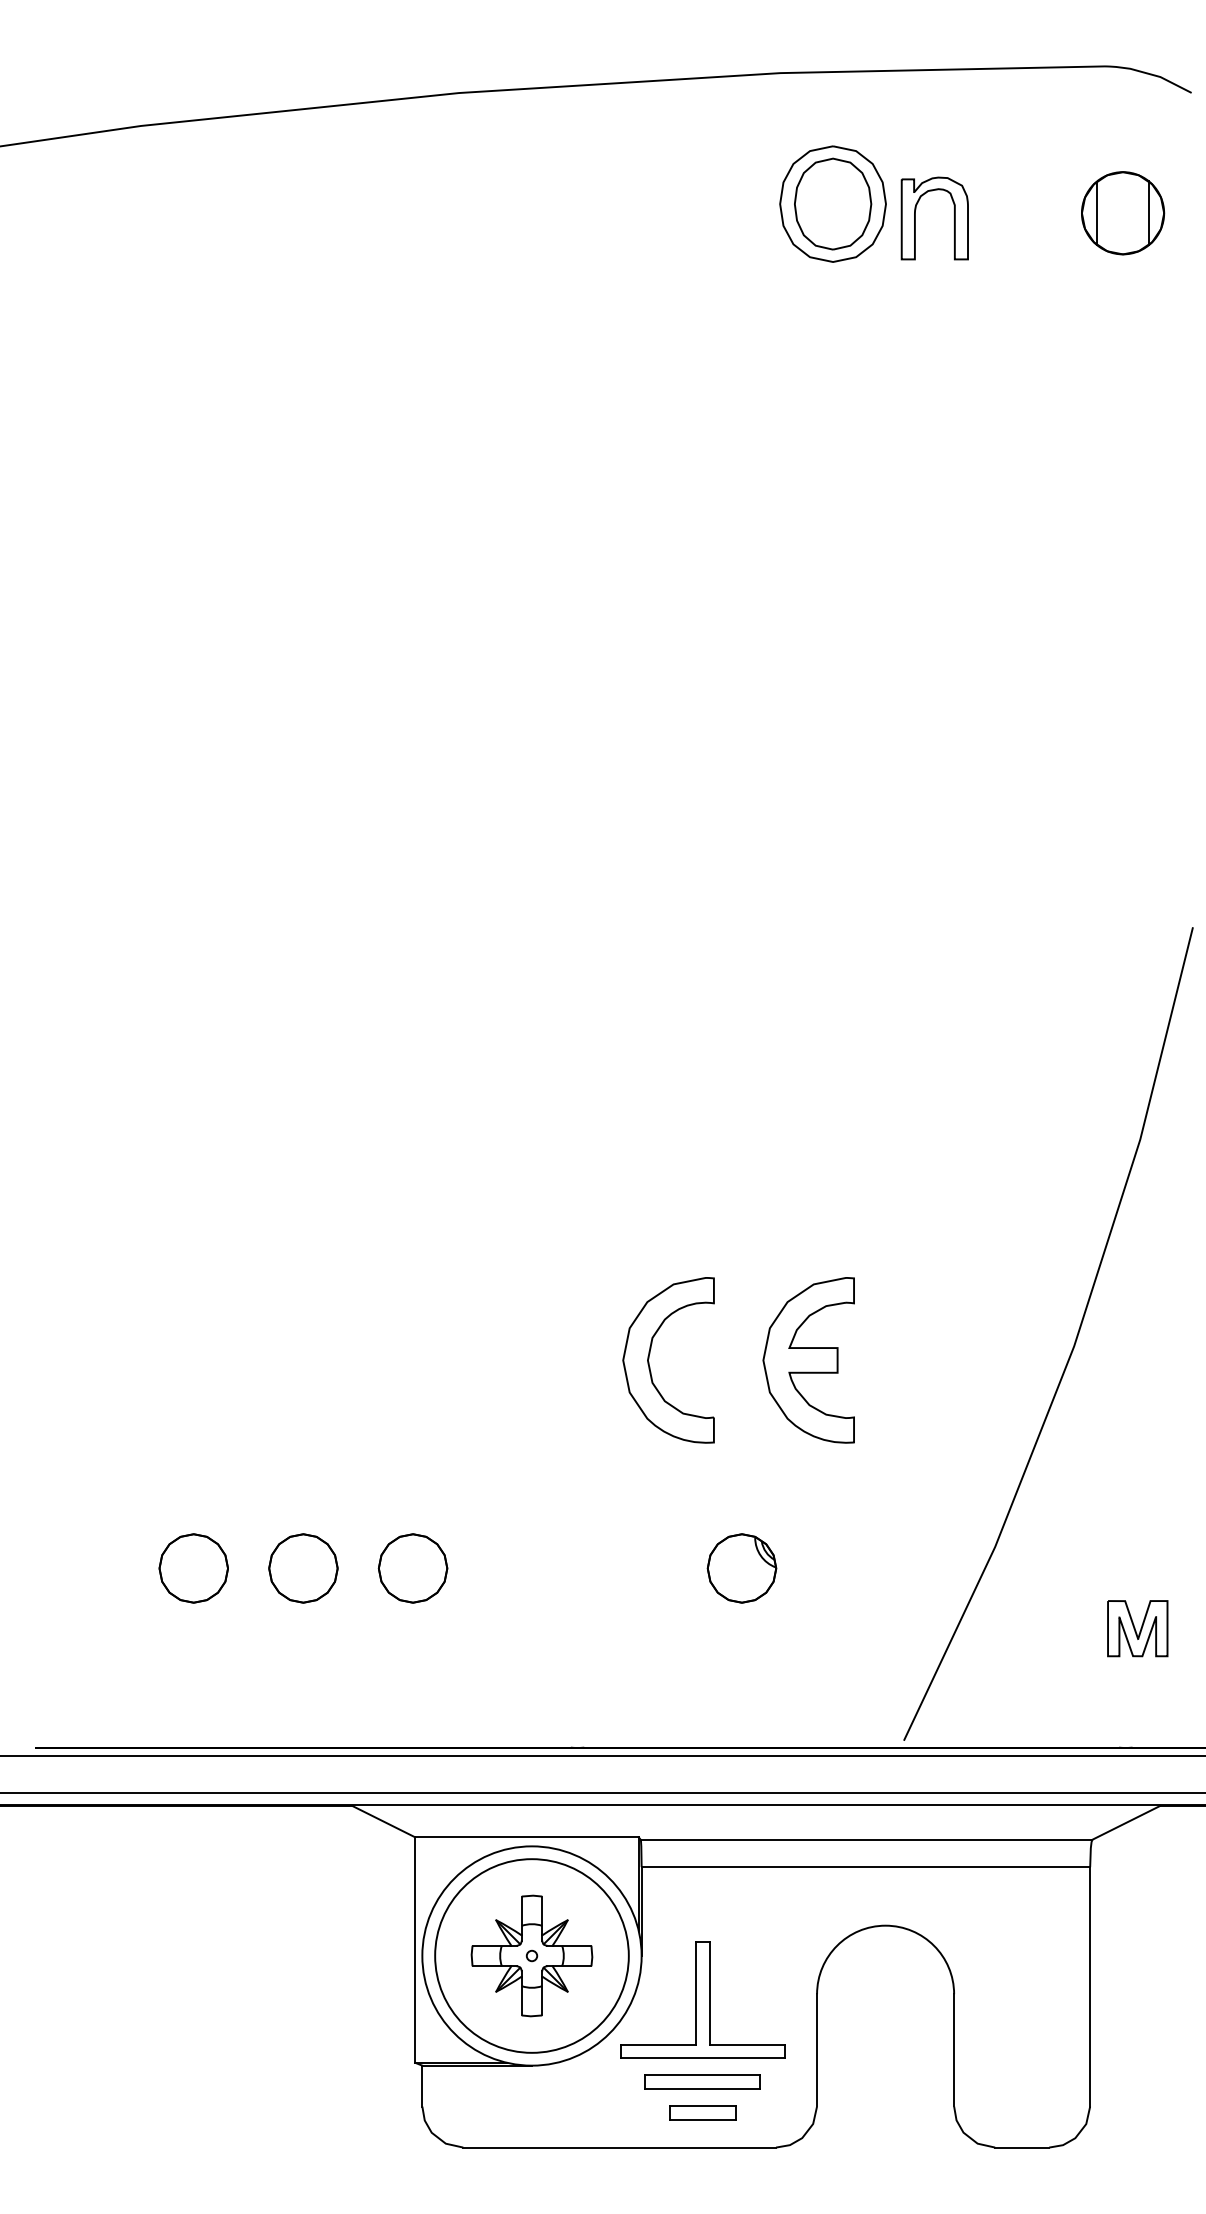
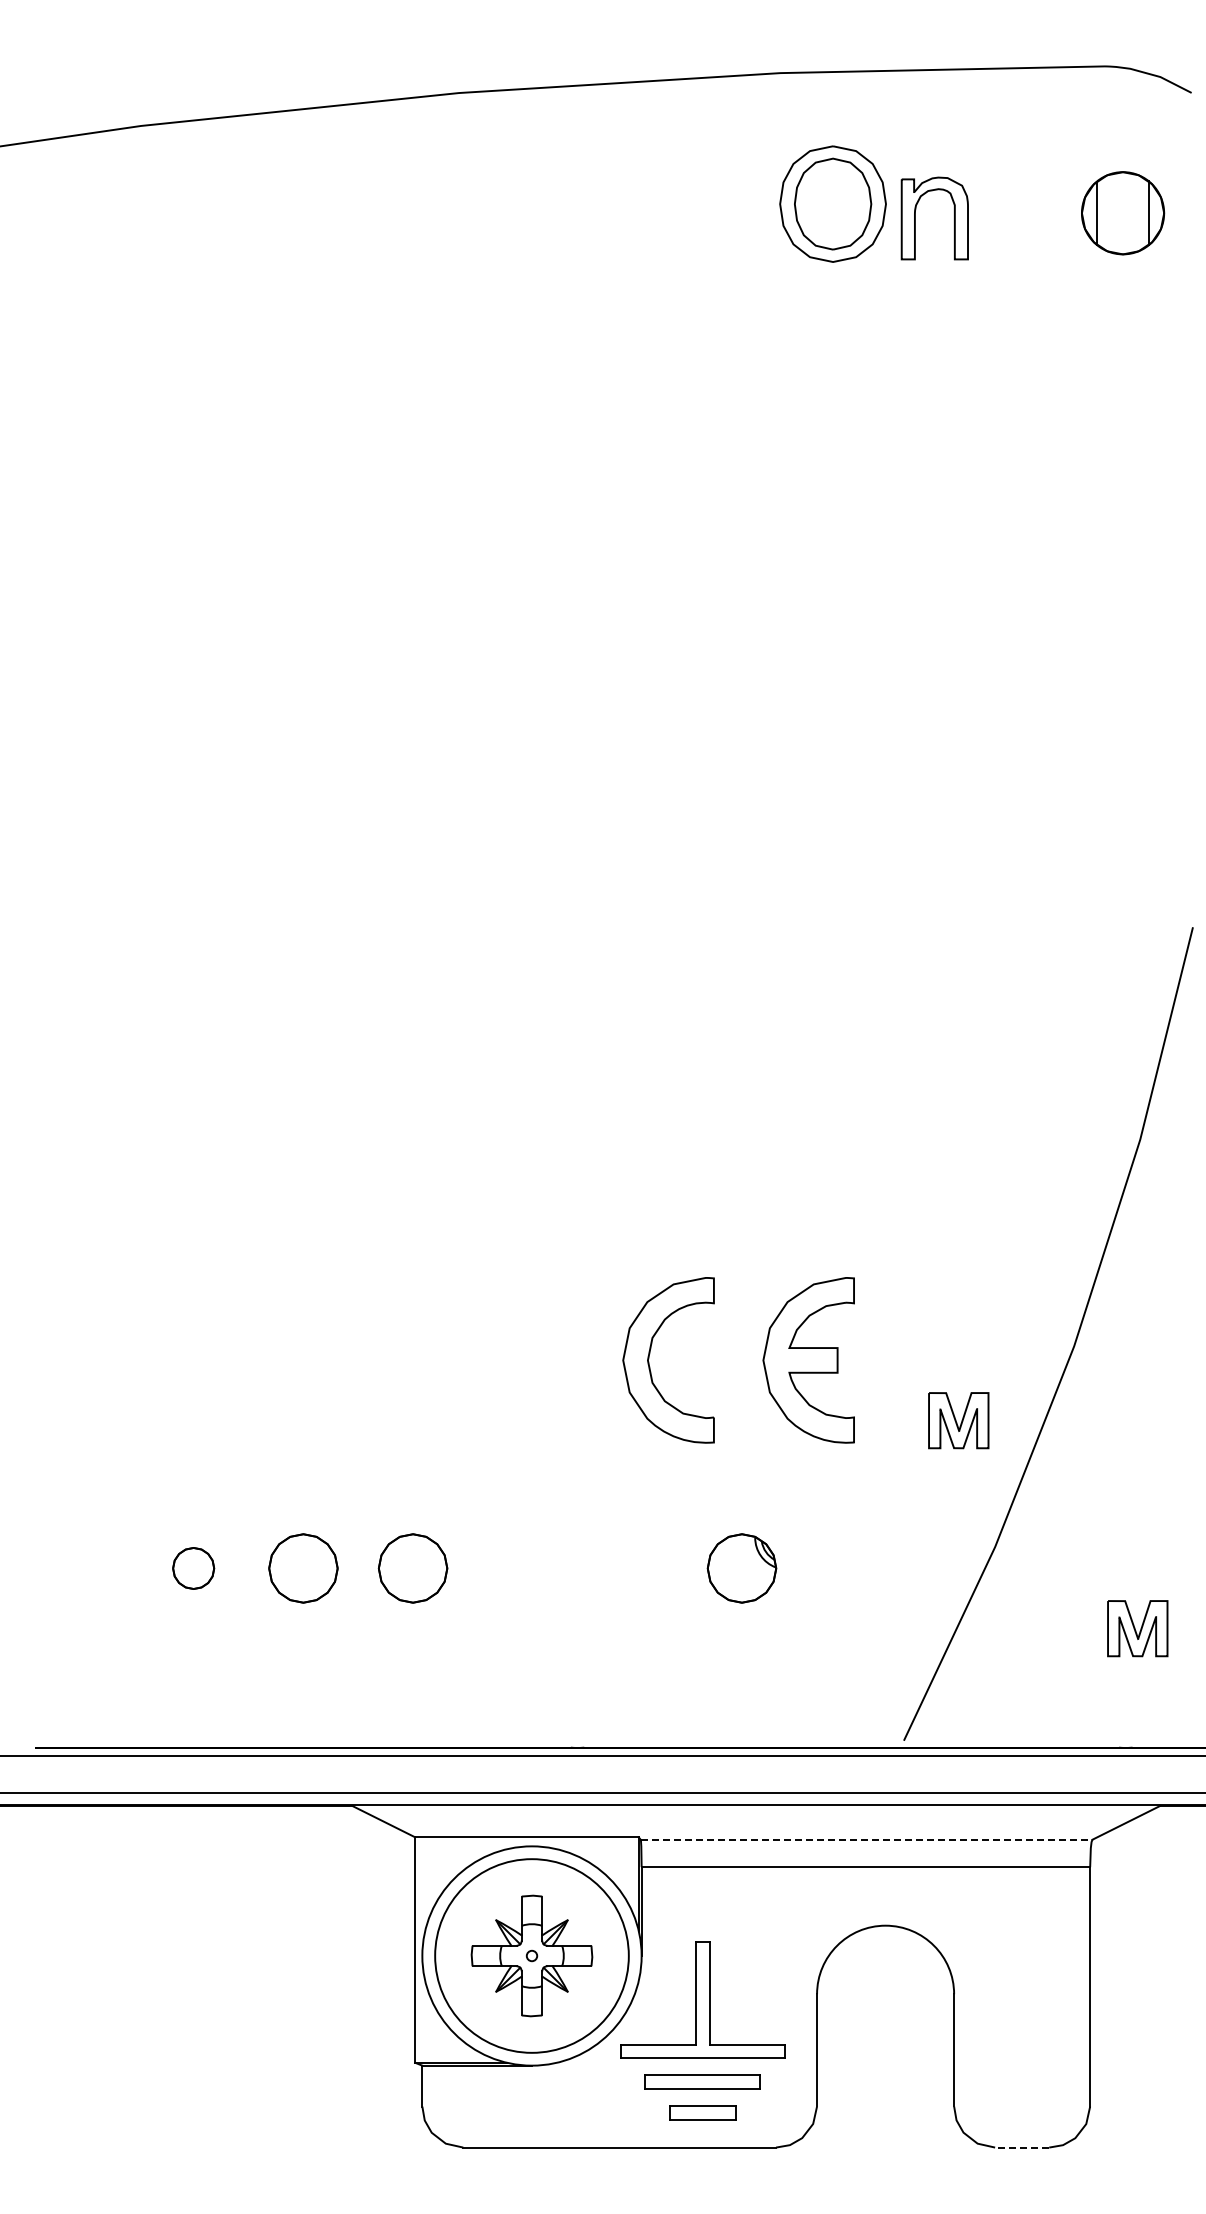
part at (958, 1420): none -> present
part at (193, 1568) size: 71x71 px -> 44x43 px
line at (866, 1839): solid -> dashed
line at (1021, 2147): solid -> dashed
